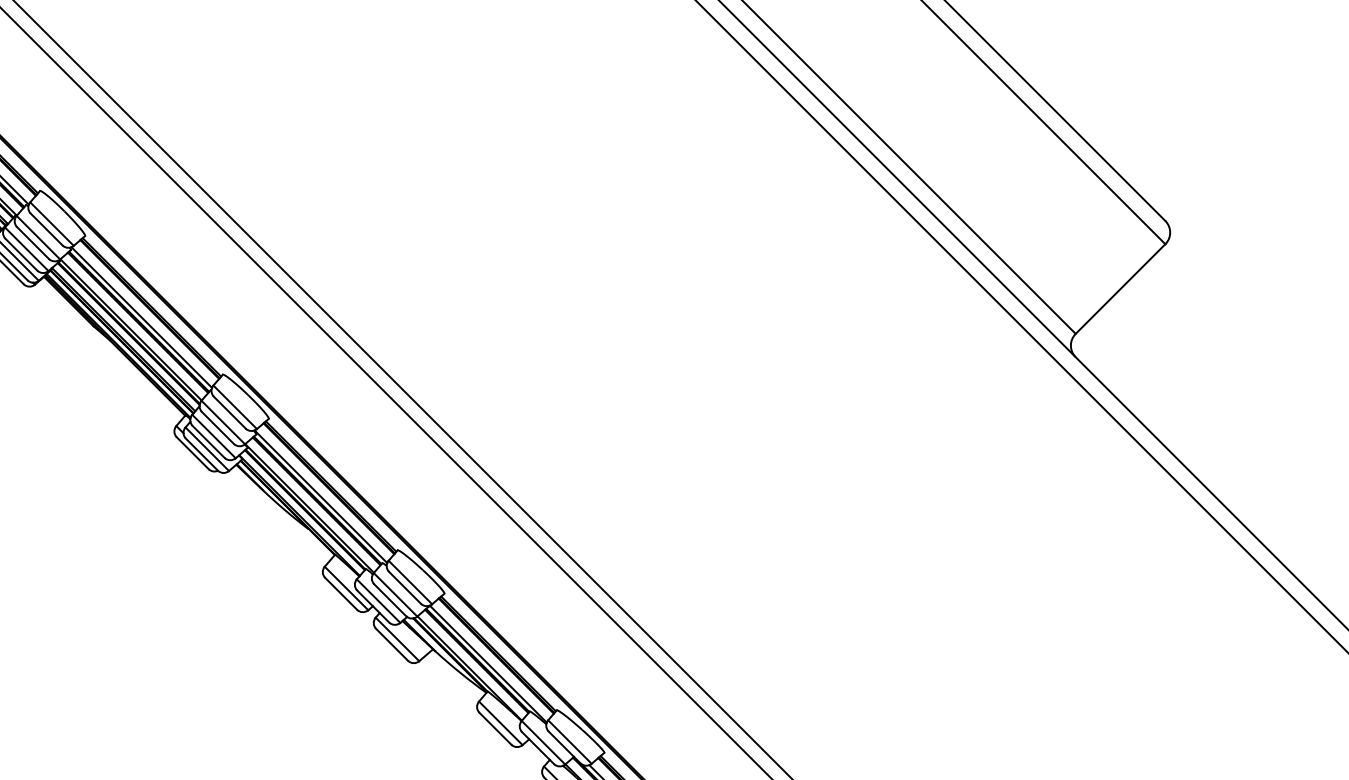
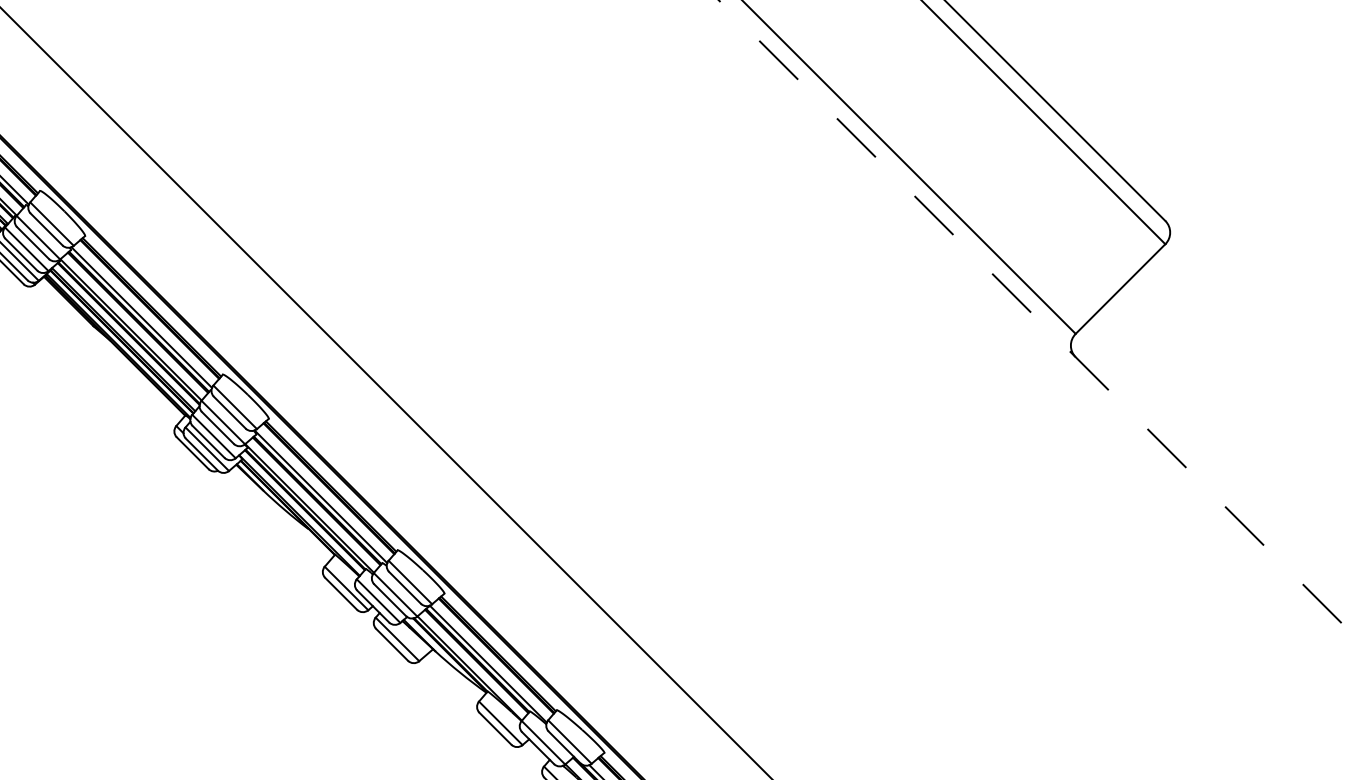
line at (1033, 315): solid -> dashed
line at (1021, 326): present -> none
line at (402, 389): present -> none
